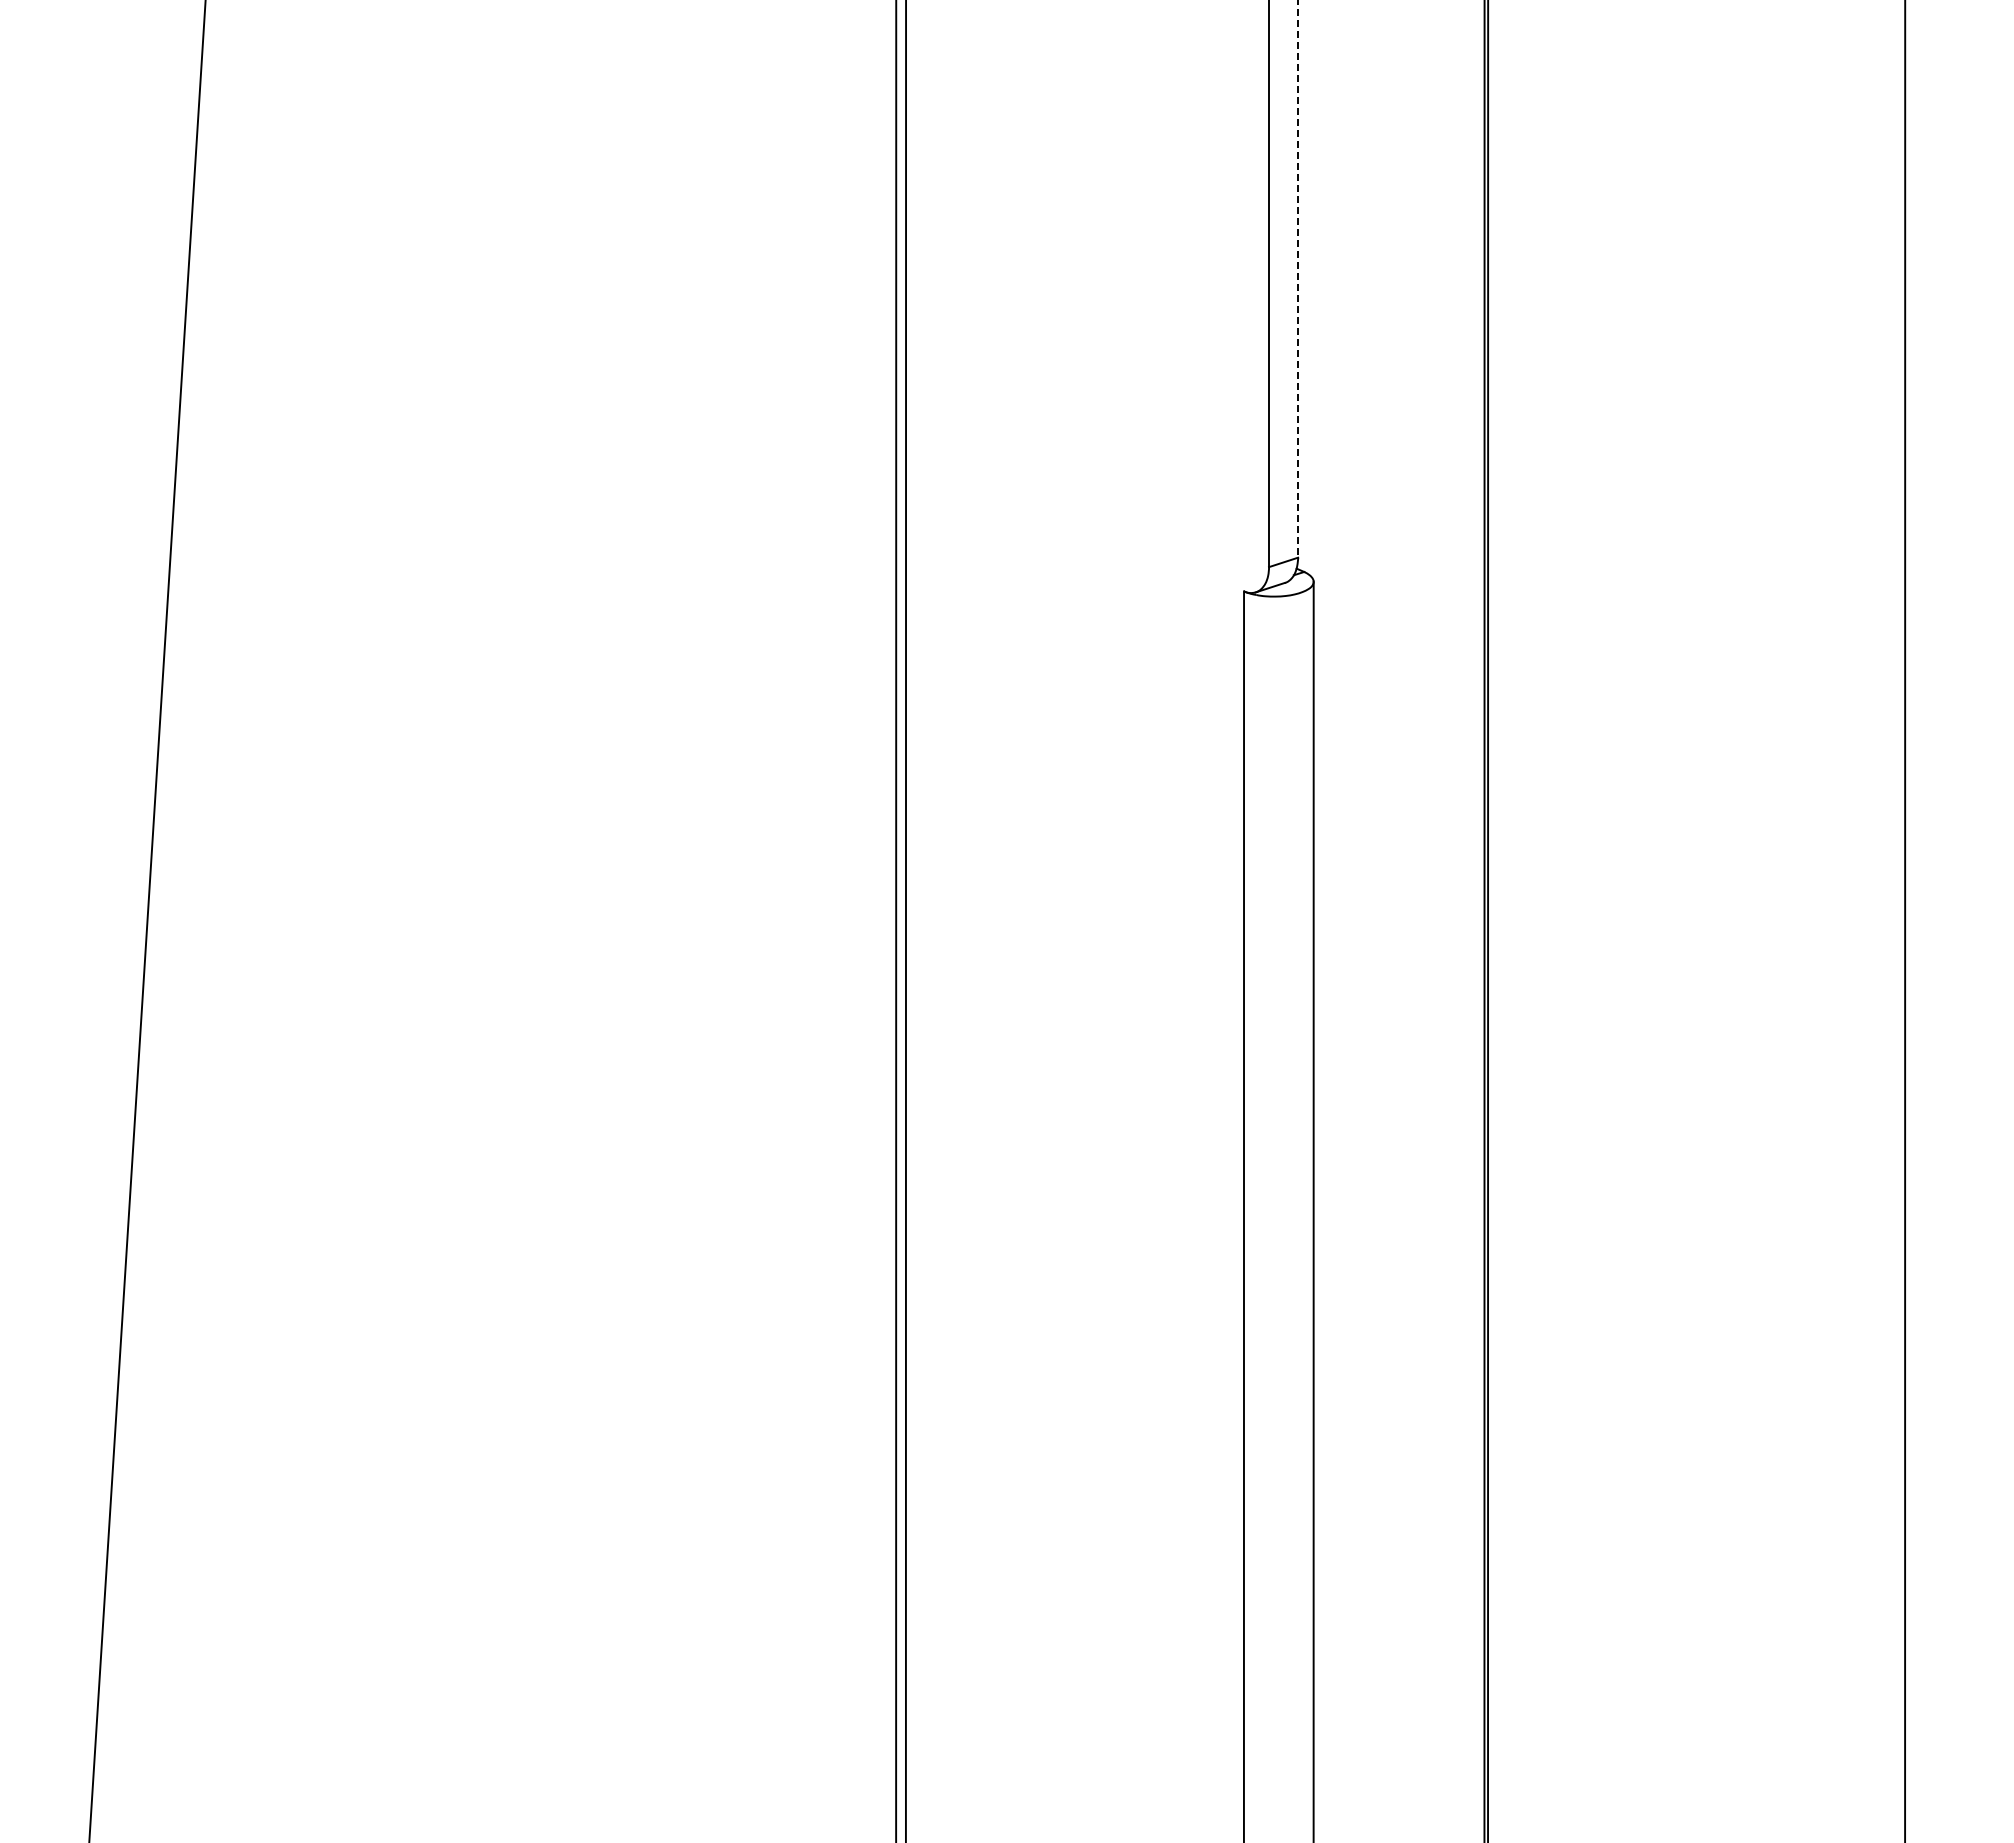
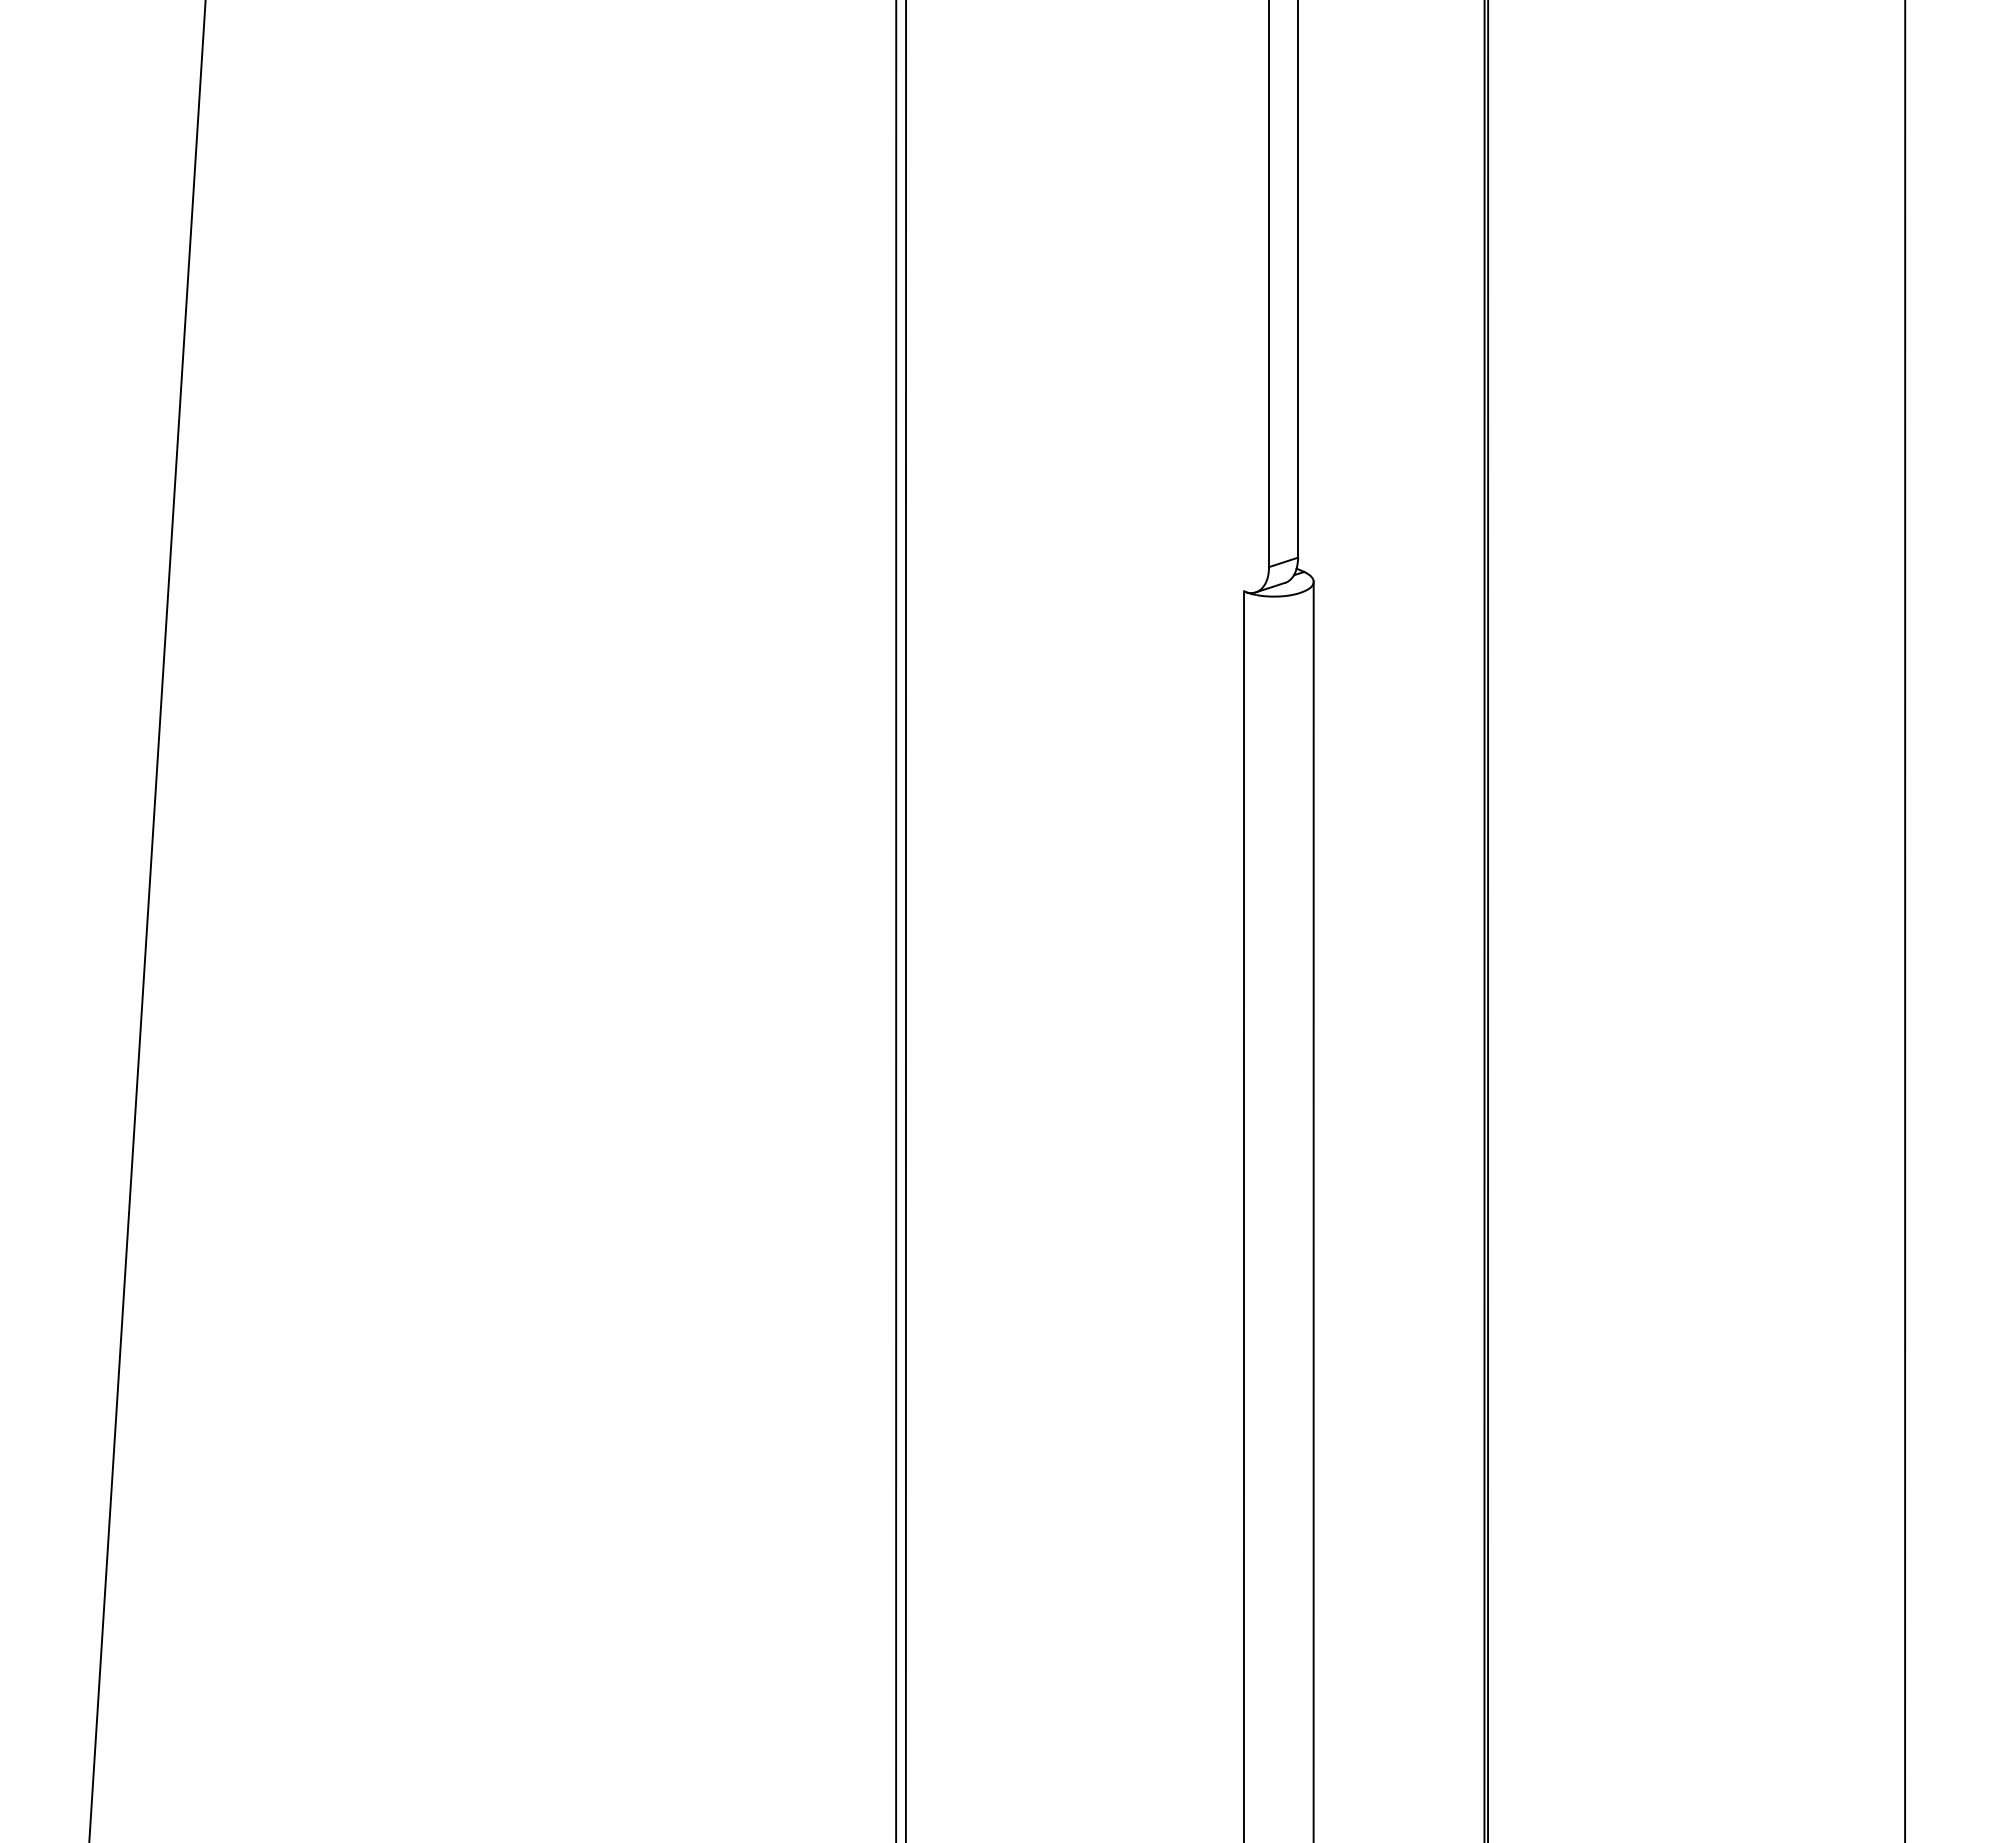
line at (1298, 278): dashed -> solid
